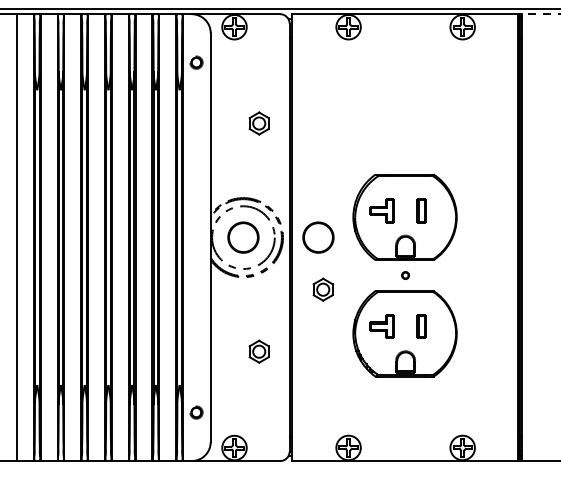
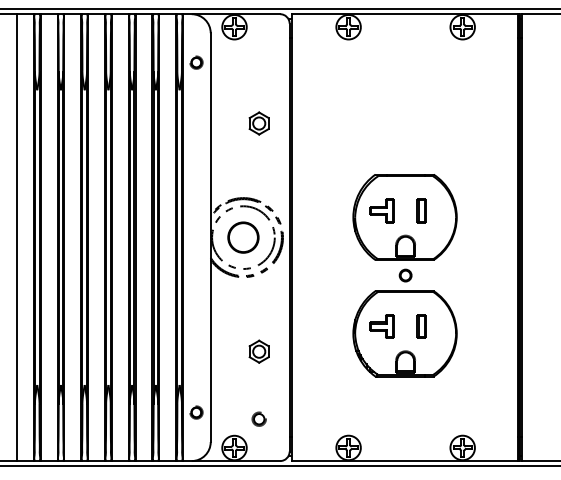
line at (540, 14): dashed -> solid
circle at (318, 237): present -> none
part at (405, 275) size: 9x9 px -> 15x15 px
part at (322, 289): present -> none
part at (258, 418): none -> present
line at (279, 465): none -> present
